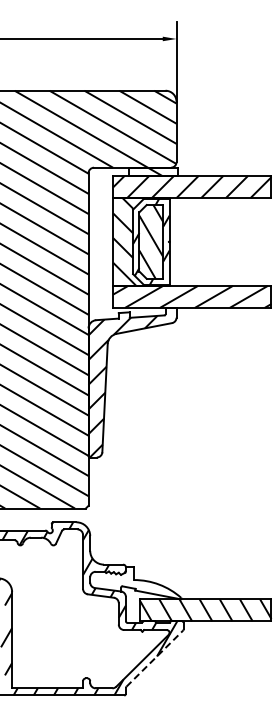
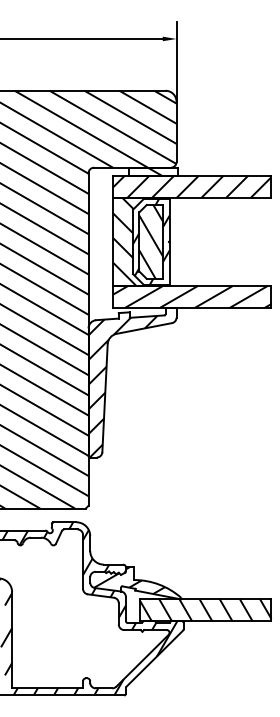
hatch at (137, 583): none -> present
line at (154, 658): dashed -> solid
